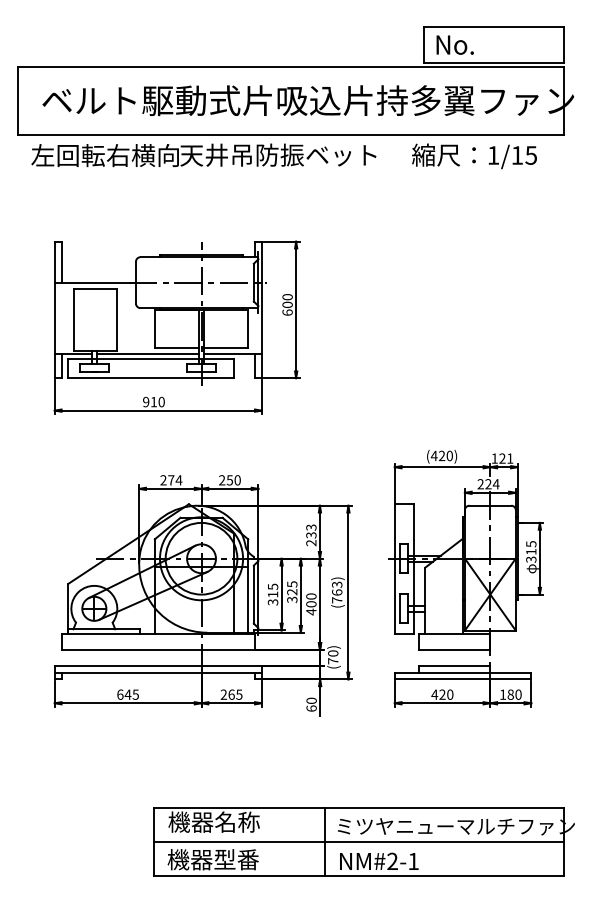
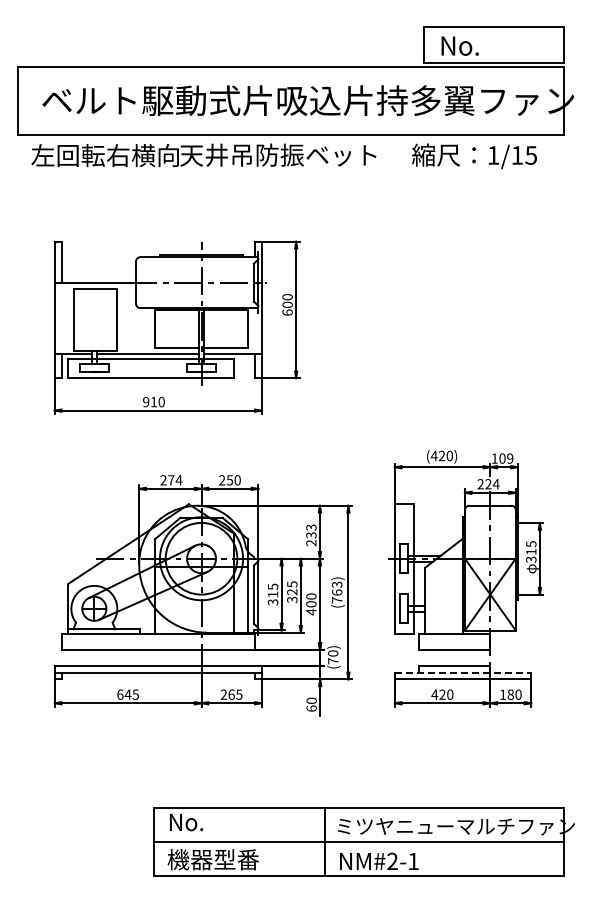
text at (454, 44) position: (454, 44) -> (459, 45)
text at (506, 458): 121 -> 109
line at (463, 672): solid -> dashed
text at (213, 821): 機器名称 -> No.
